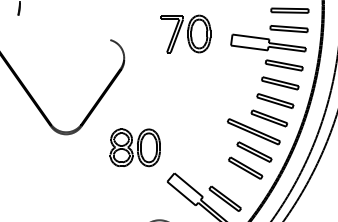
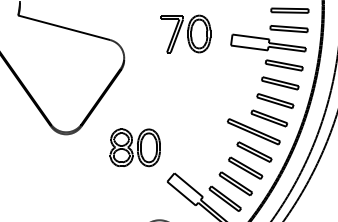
line at (64, 27): none -> present
part at (235, 183): none -> present
